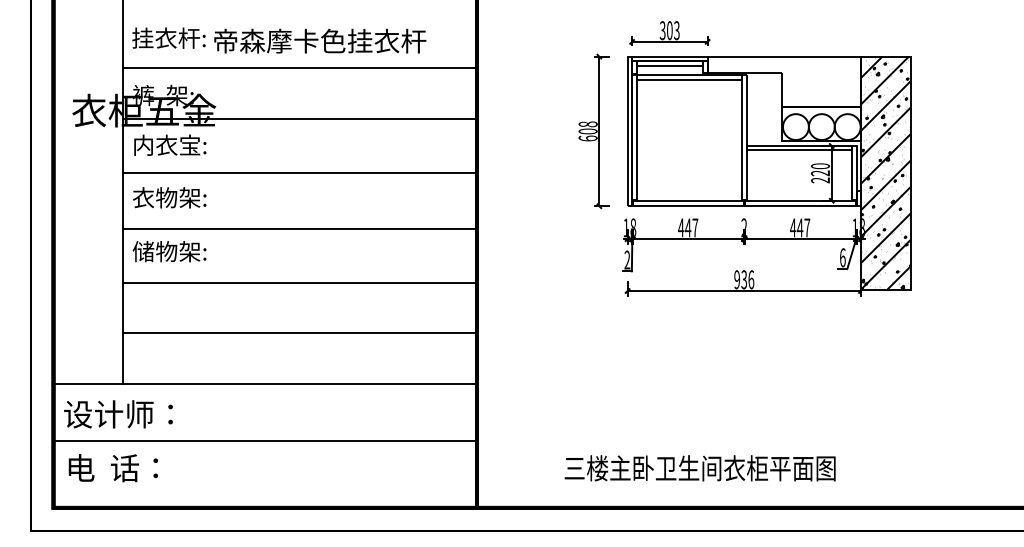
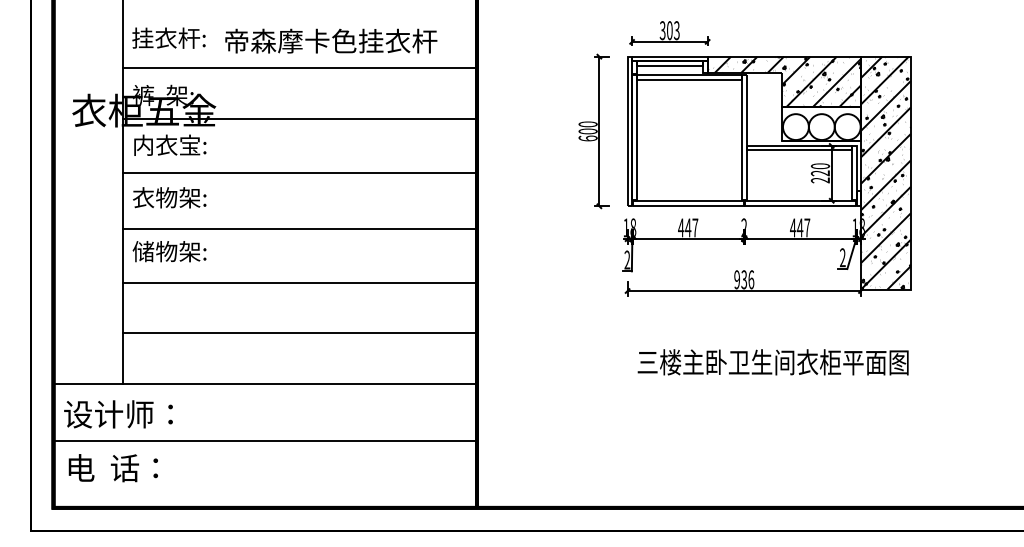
text at (320, 40) position: (320, 40) -> (331, 40)
hatch at (784, 81): none -> present
text at (588, 124): 608 -> 600
text at (842, 257): 6 -> 2
text at (699, 468) position: (699, 468) -> (772, 362)
